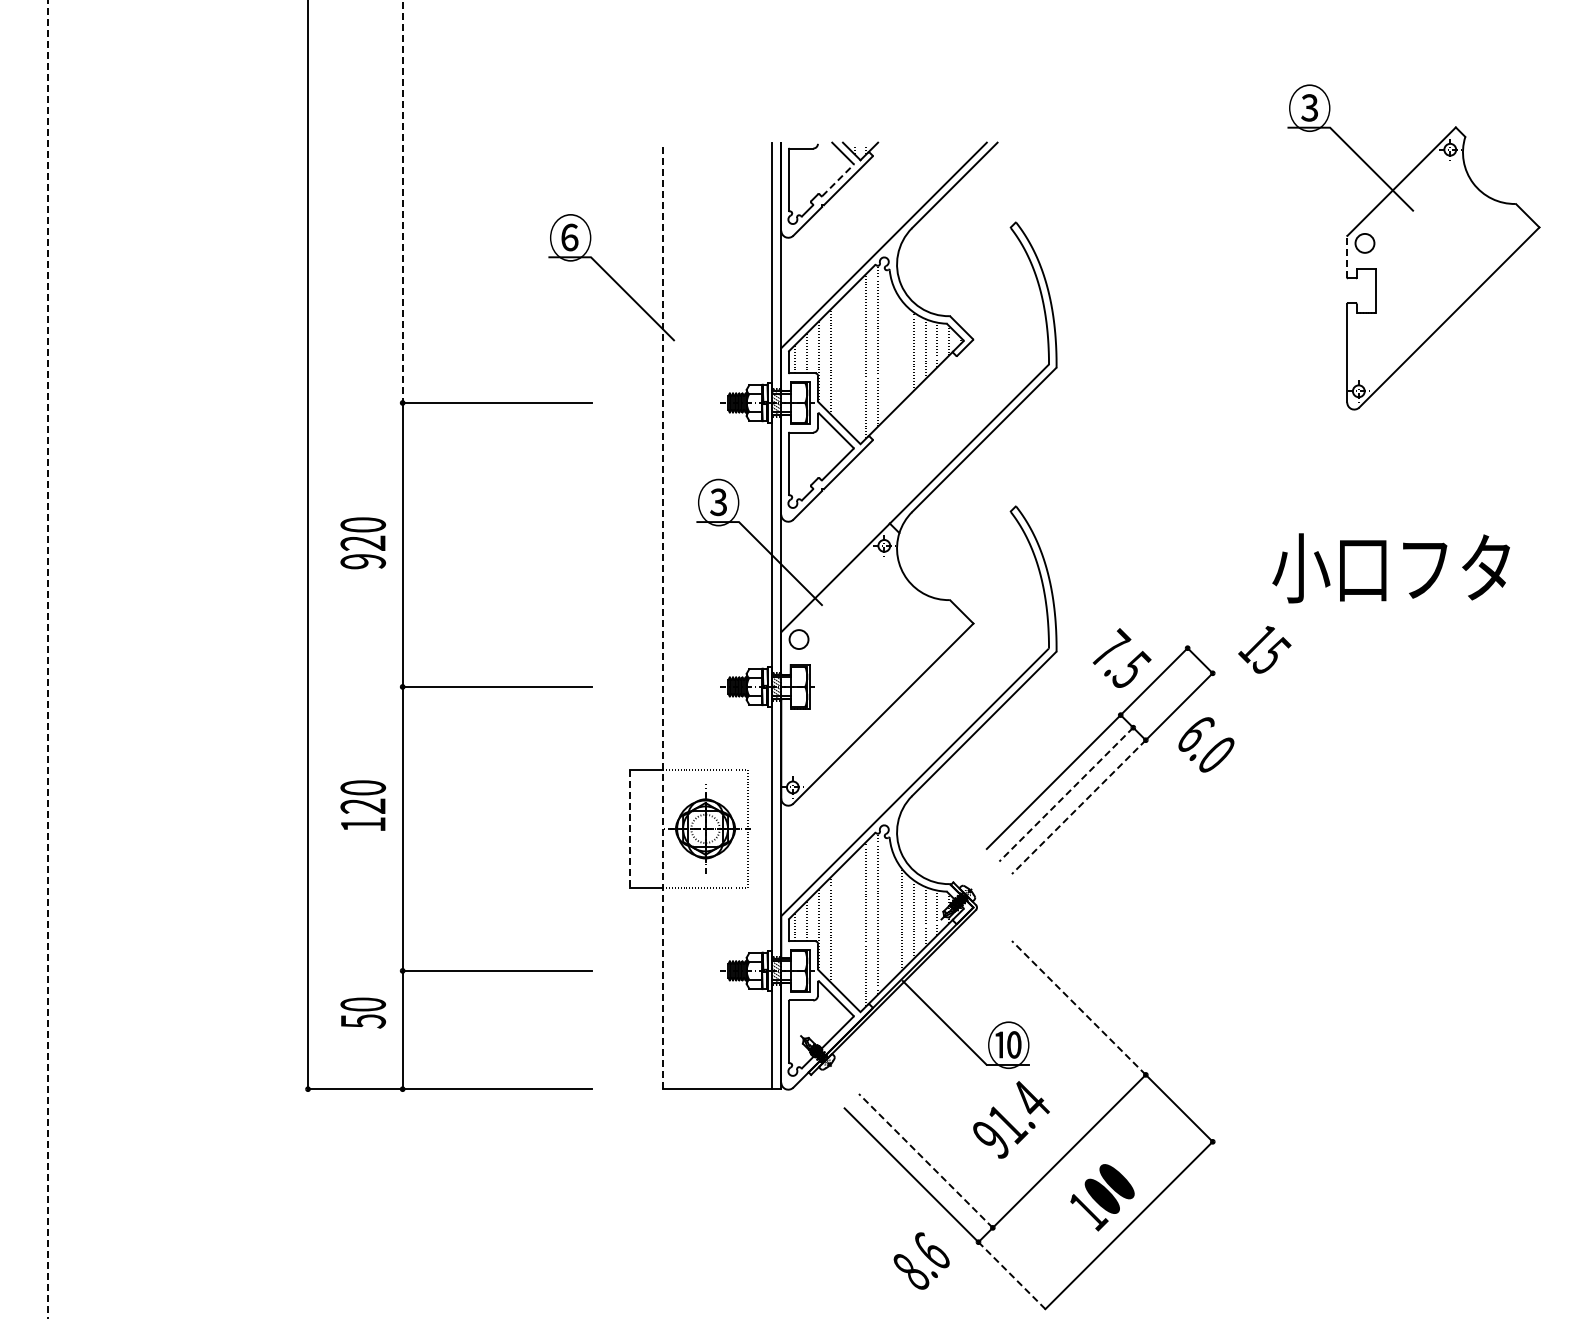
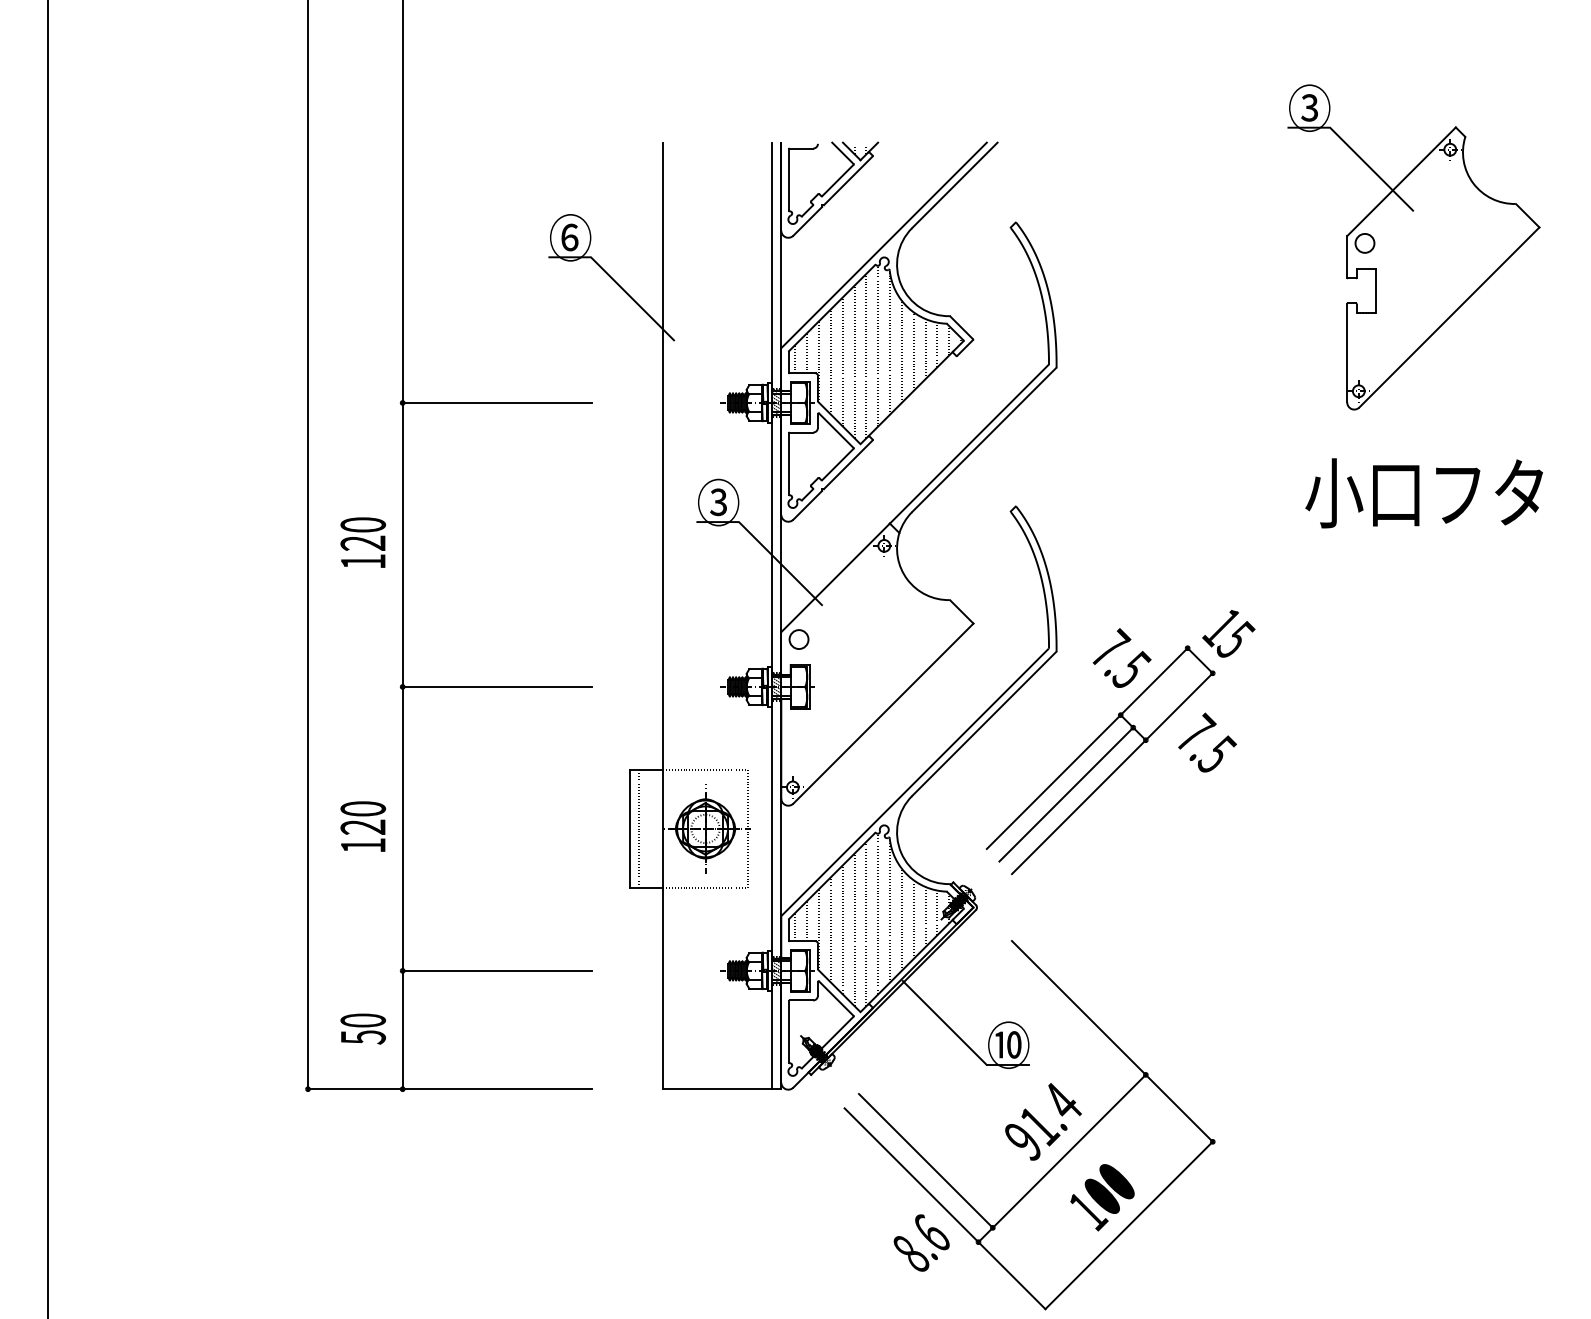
line at (838, 180): dashed -> solid
line at (402, 202): dashed -> solid
line at (1347, 257): dashed -> solid
line at (890, 343): none -> present
line at (901, 351): none -> present
line at (842, 361): none -> present
line at (854, 361): none -> present
text at (363, 561): 920 -> 120
text at (1390, 568) position: (1390, 568) -> (1423, 493)
line at (662, 615): dashed -> solid
text at (1264, 649) position: (1264, 649) -> (1228, 633)
line at (47, 659): dashed -> solid
text at (1207, 742): 6.0 -> 7.5
line at (1066, 794): dashed -> solid
text at (362, 805) position: (362, 805) -> (362, 826)
line at (1078, 807): dashed -> solid
line at (639, 828): none -> present
line at (629, 829): dashed -> solid
line at (890, 911): none -> present
line at (842, 929): none -> present
line at (854, 929): none -> present
line at (1078, 1007): dashed -> solid
text at (362, 1012) position: (362, 1012) -> (362, 1028)
text at (1011, 1119) position: (1011, 1119) -> (1043, 1121)
line at (925, 1160): dashed -> solid
text at (921, 1260) position: (921, 1260) -> (921, 1242)
line at (1011, 1275): dashed -> solid
